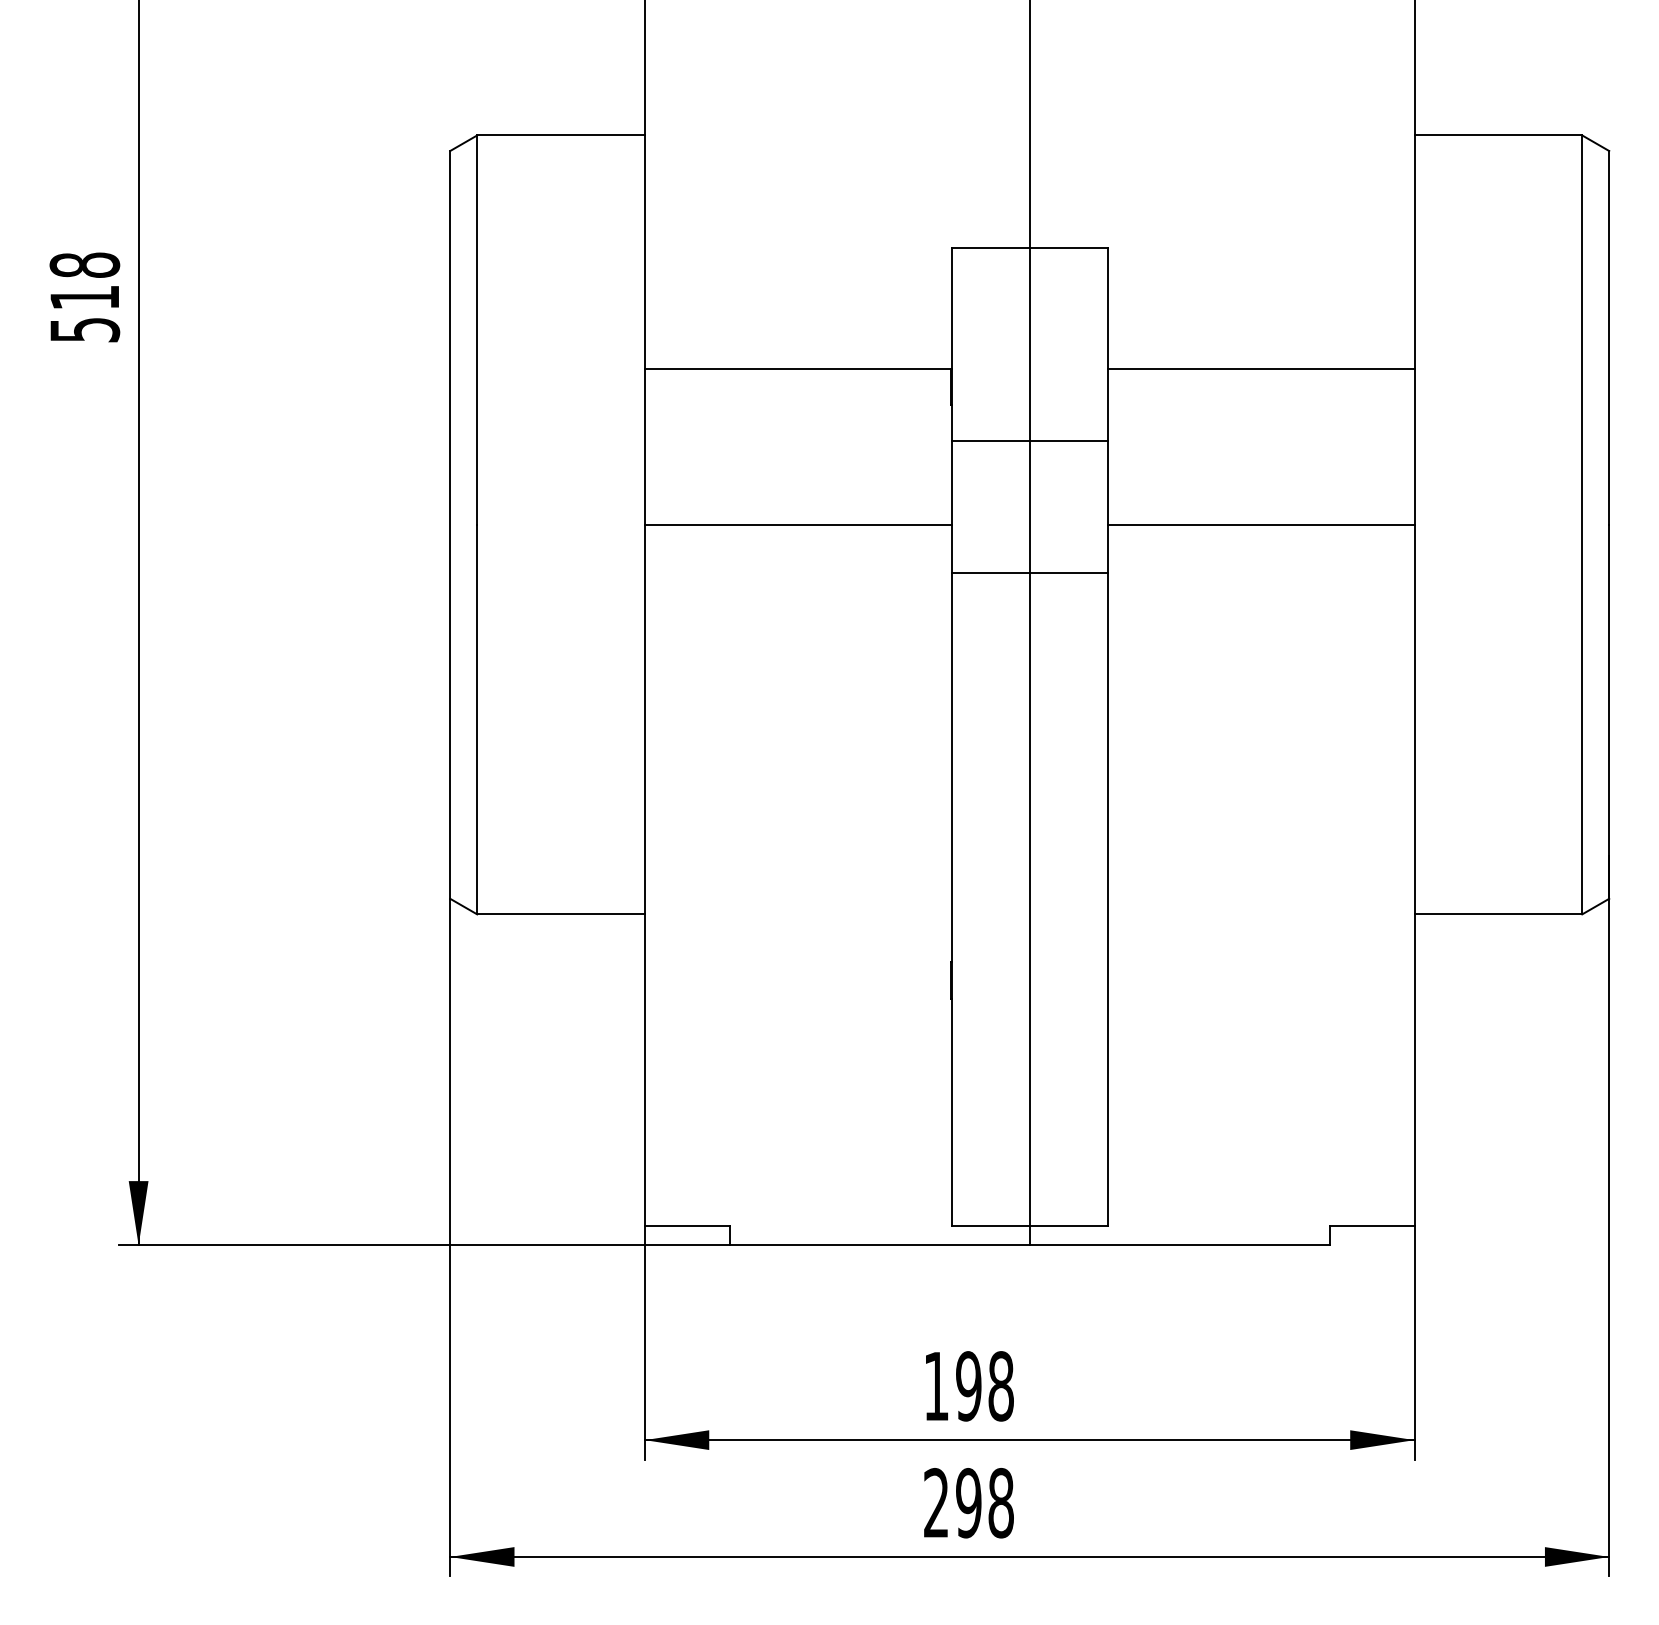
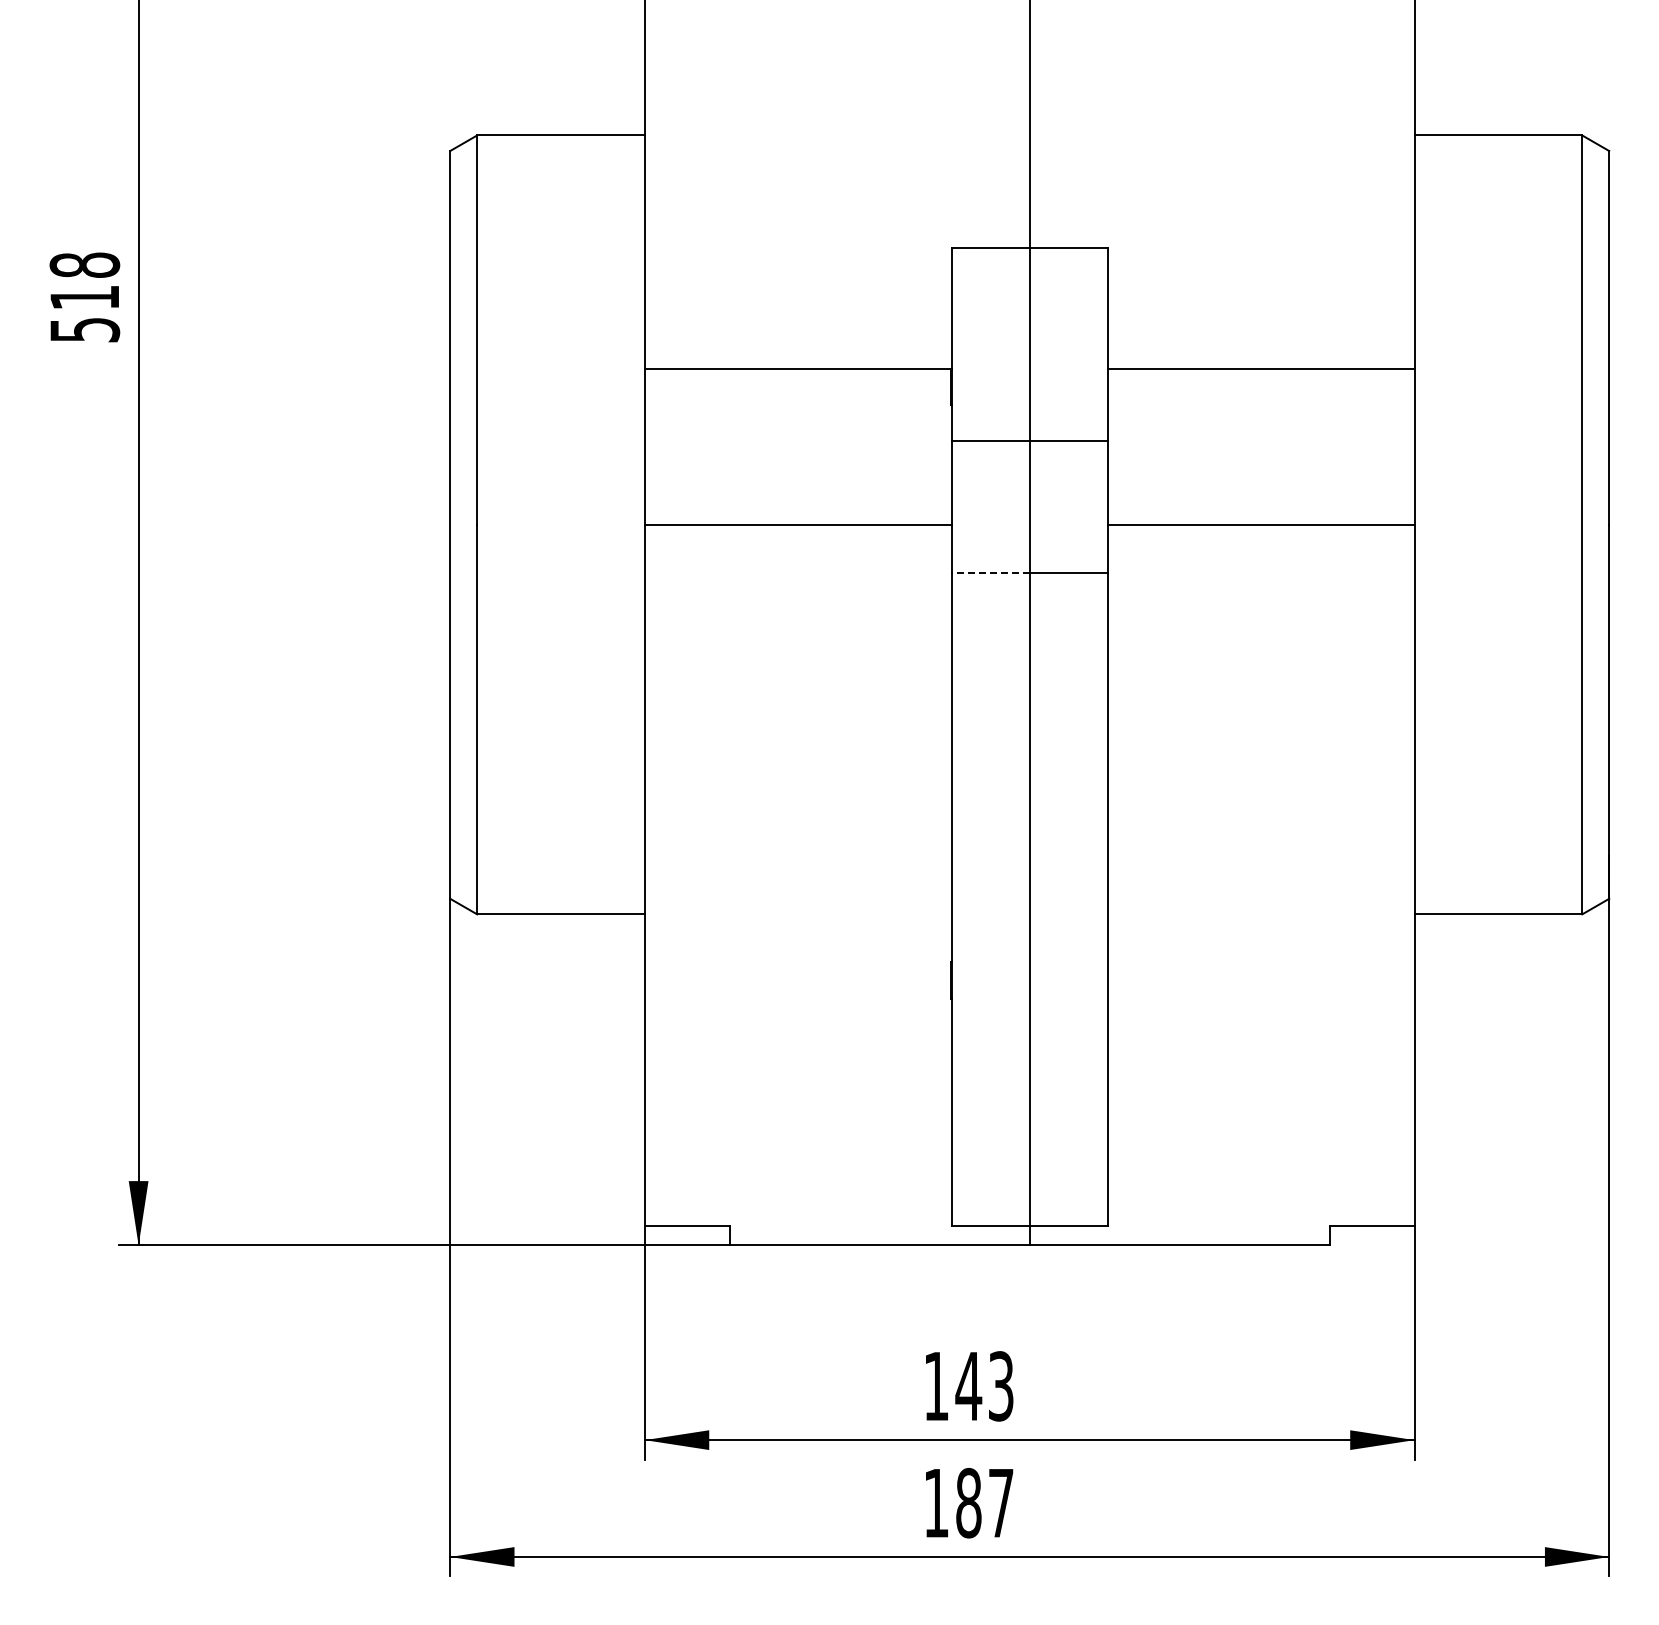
line at (990, 573): solid -> dashed
text at (984, 1386): 198 -> 143
text at (968, 1502): 298 -> 187
